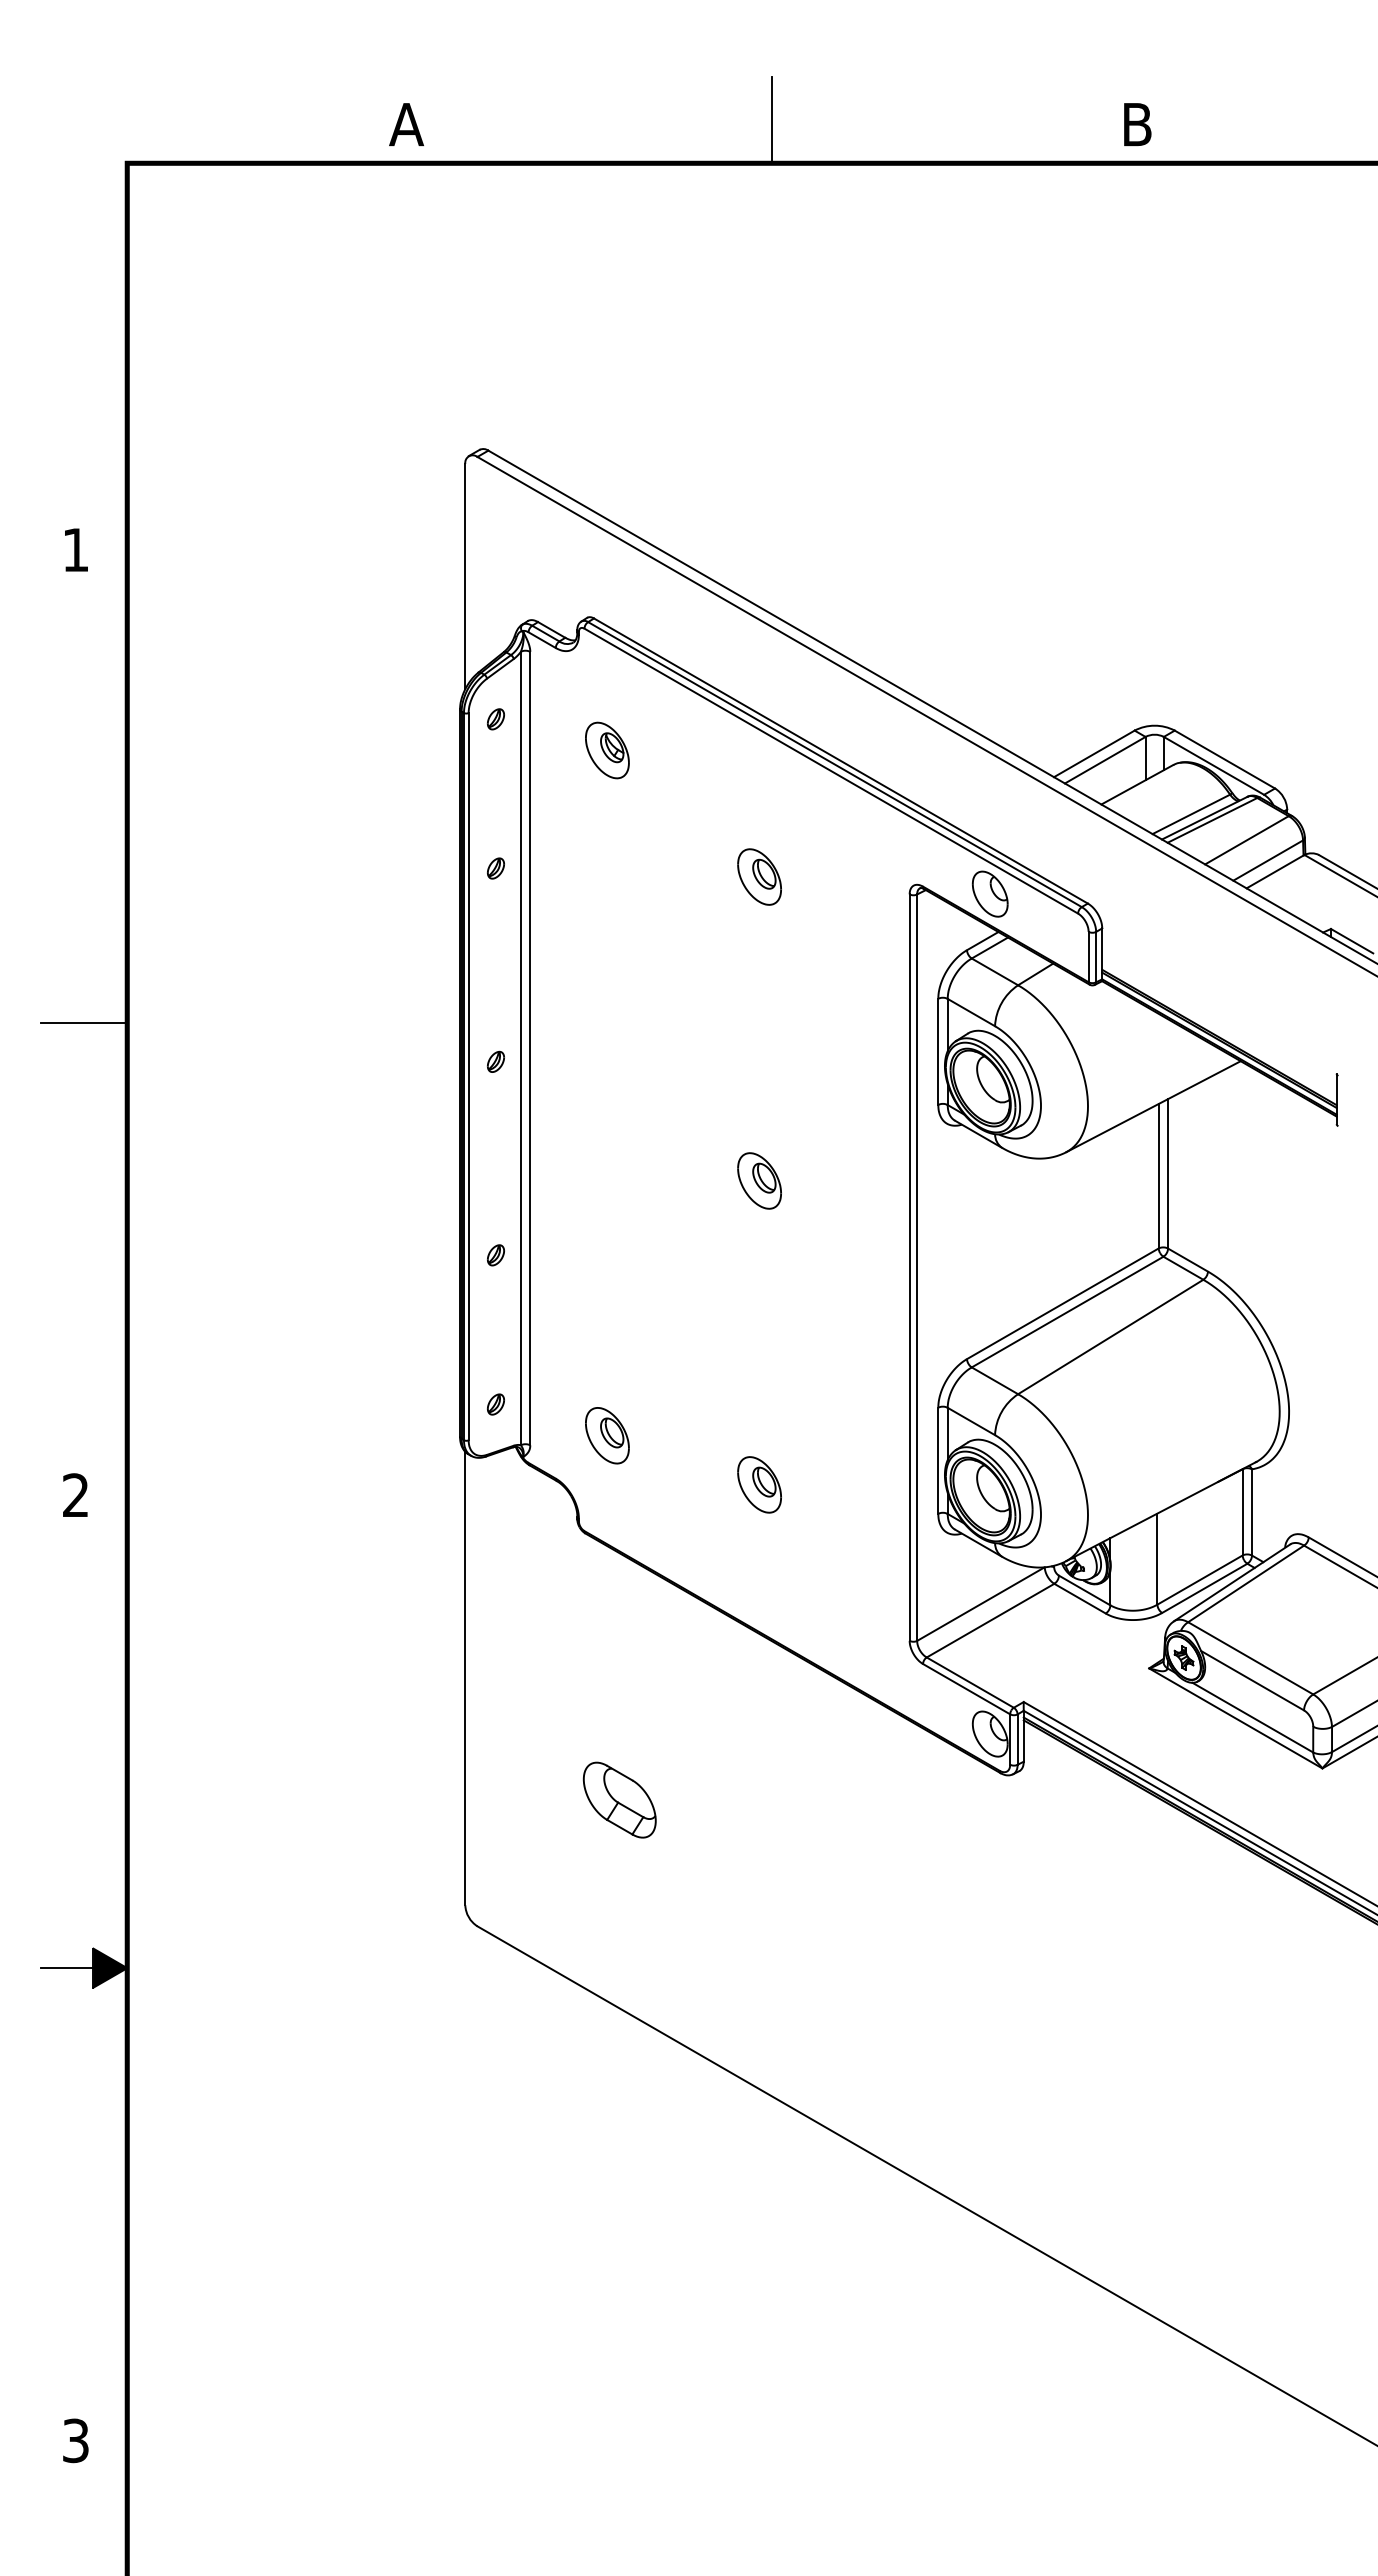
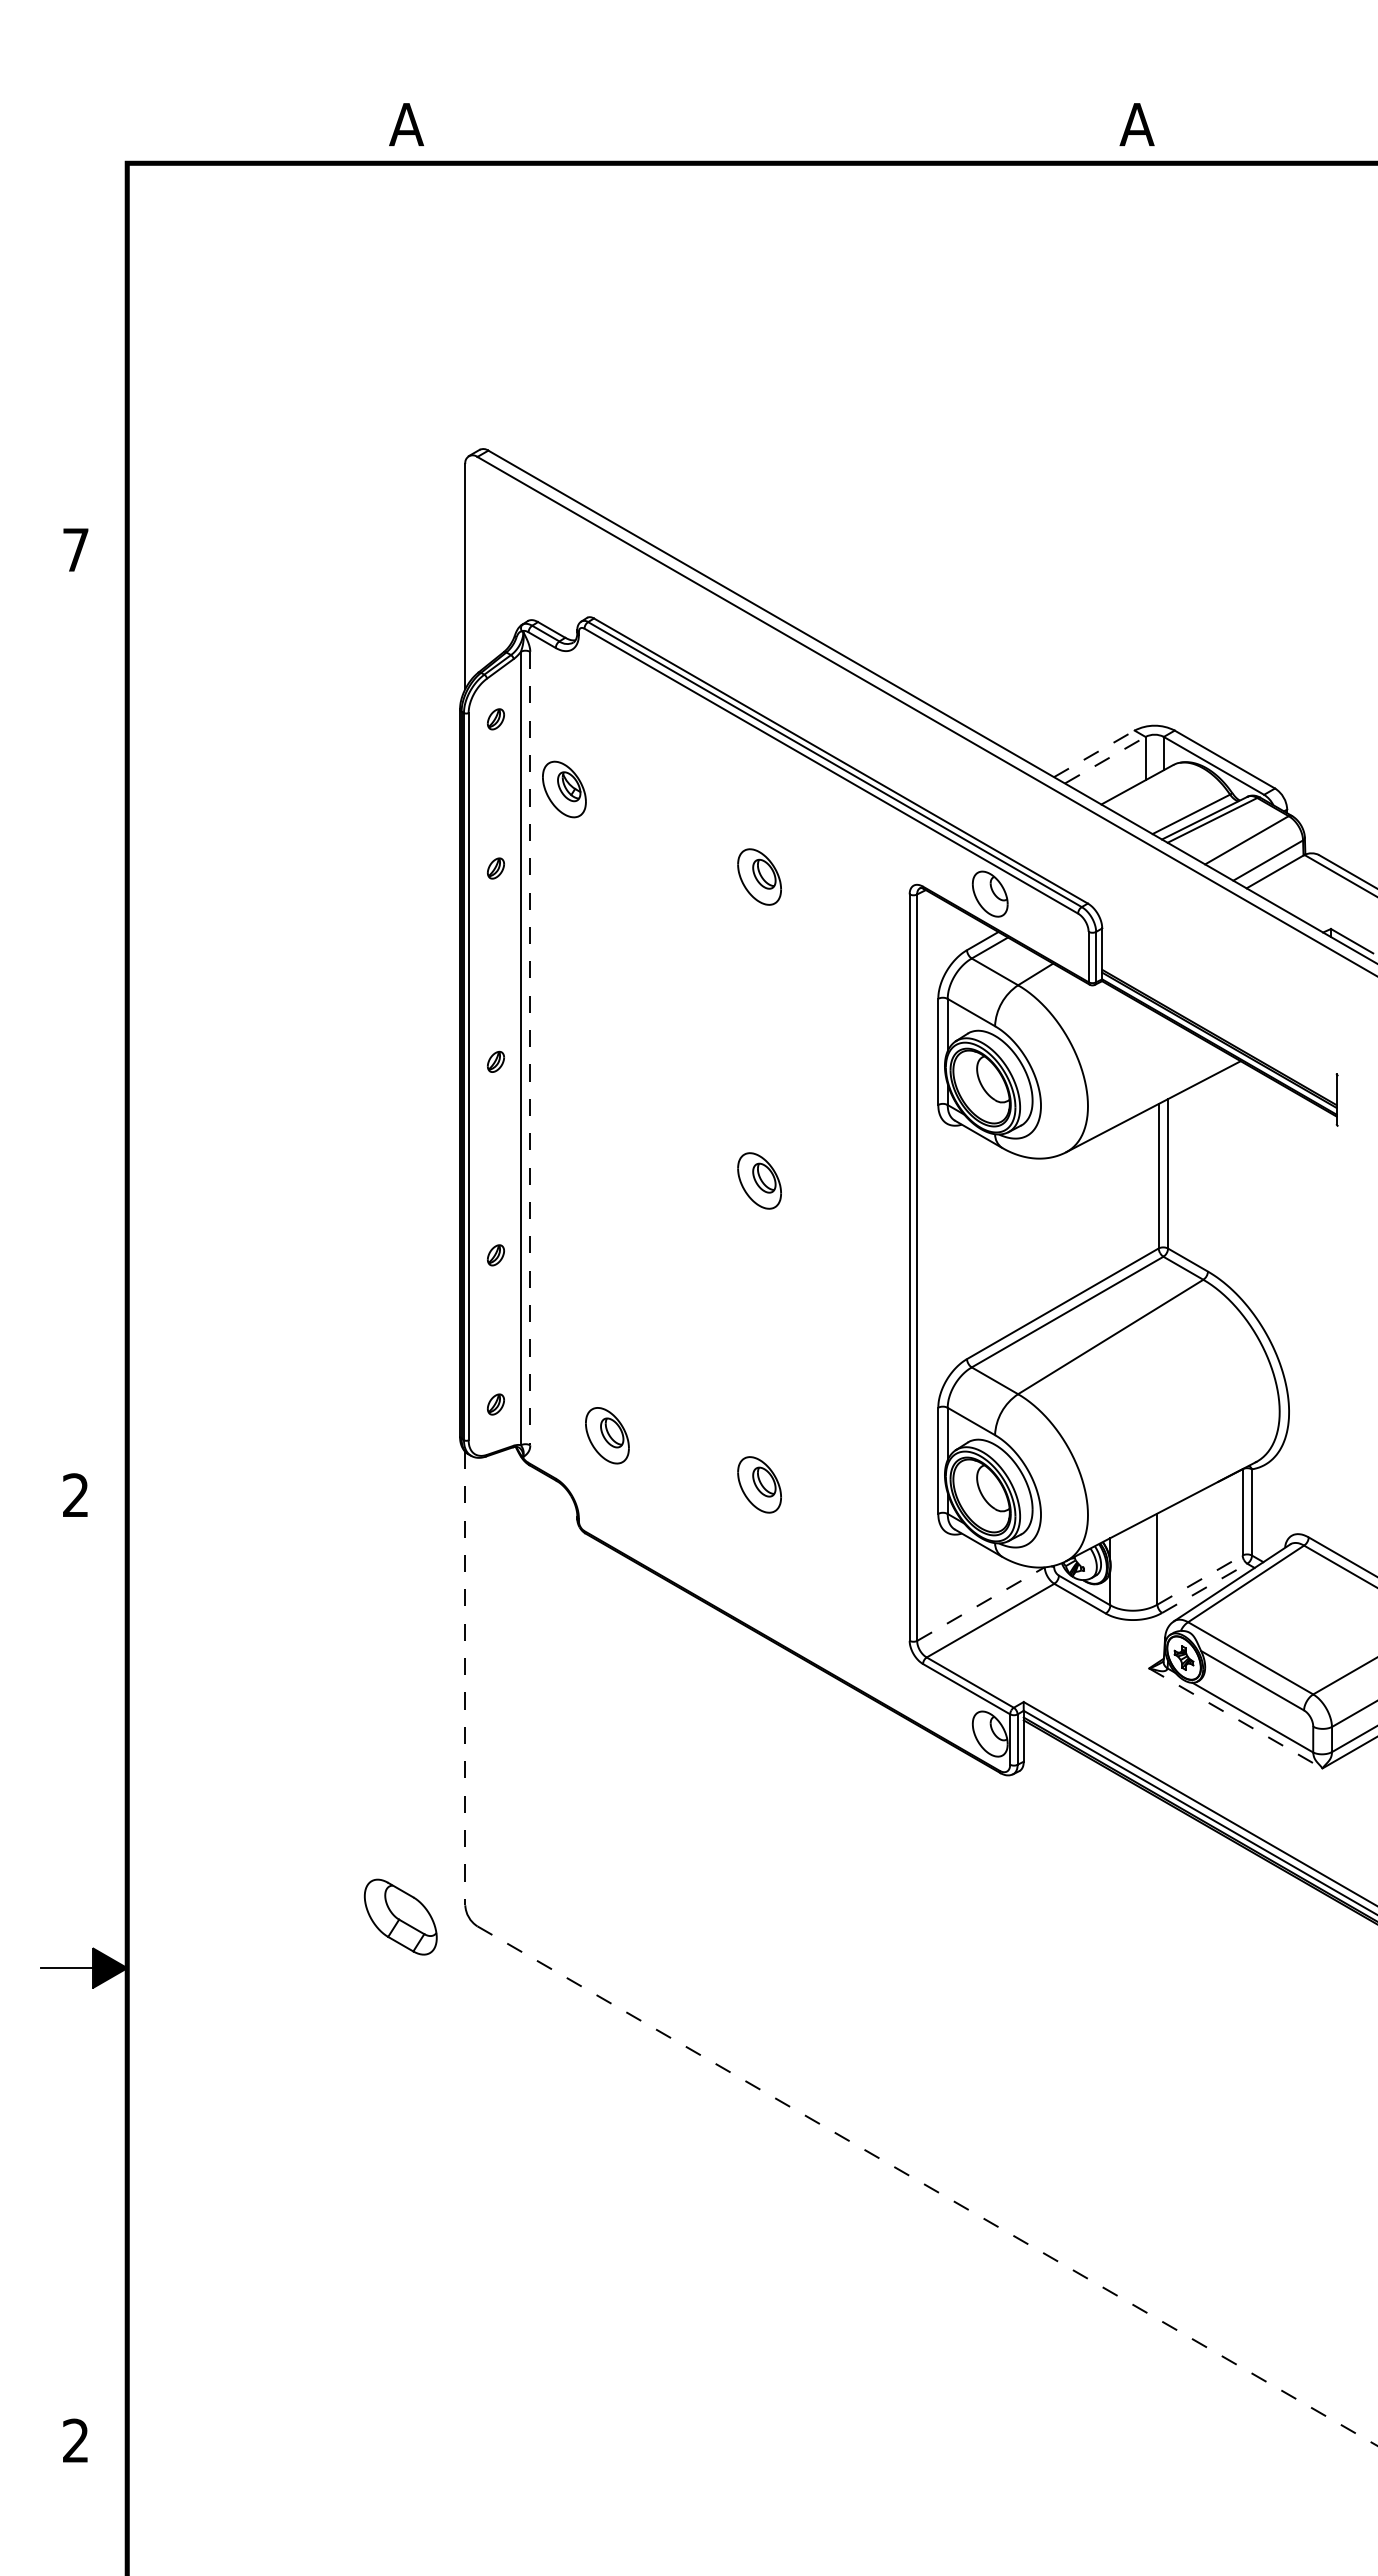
line at (771, 120): present -> none
text at (1136, 124): B -> A
text at (75, 549): 1 -> 7
part at (607, 750) position: (607, 750) -> (564, 789)
line at (1094, 753): solid -> dashed
line at (1105, 760): solid -> dashed
line at (84, 1022): present -> none
line at (530, 1048): solid -> dashed
line at (1200, 1579): solid -> dashed
line at (1205, 1588): solid -> dashed
line at (980, 1604): solid -> dashed
line at (465, 1678): solid -> dashed
line at (1236, 1718): solid -> dashed
part at (619, 1799) position: (619, 1799) -> (400, 1916)
line at (927, 2186): solid -> dashed
text at (75, 2440): 3 -> 2
